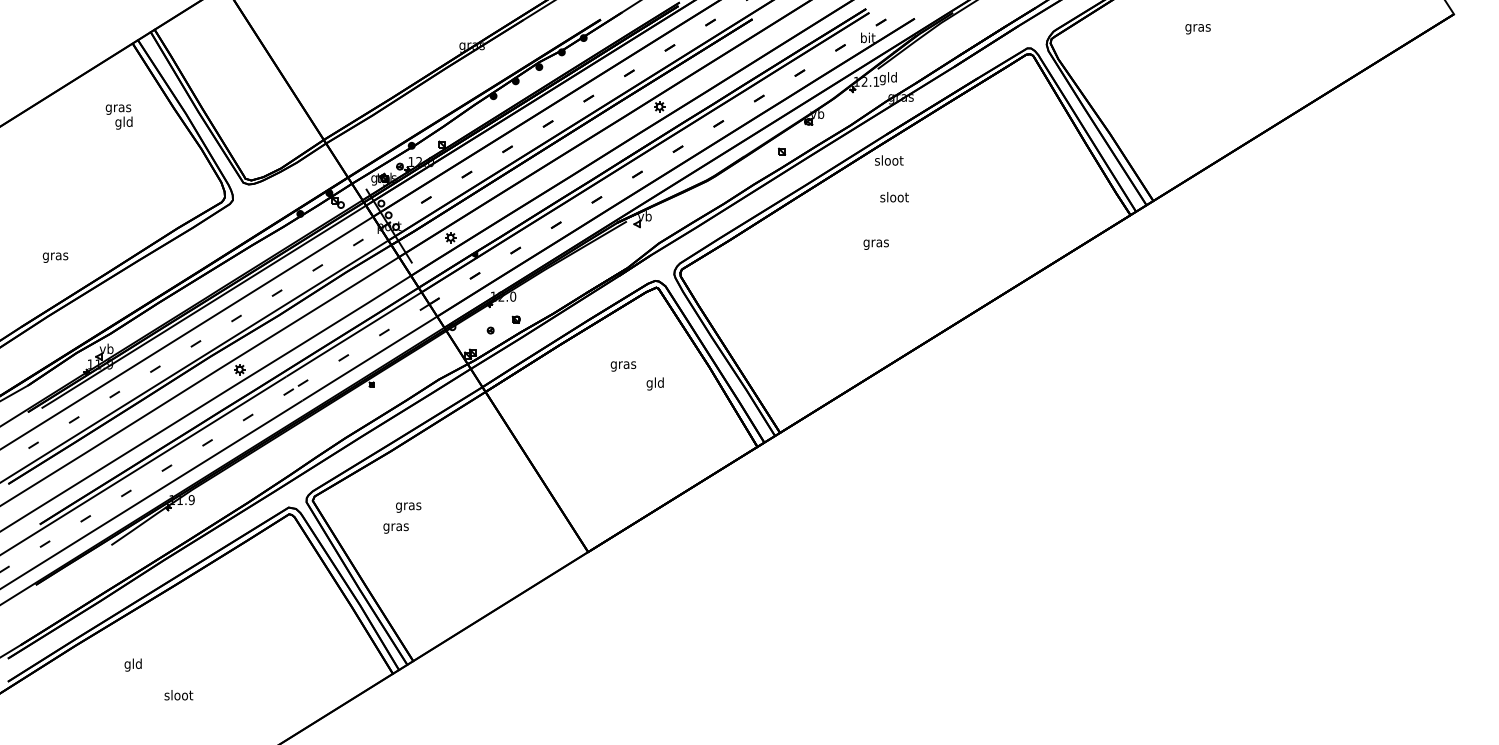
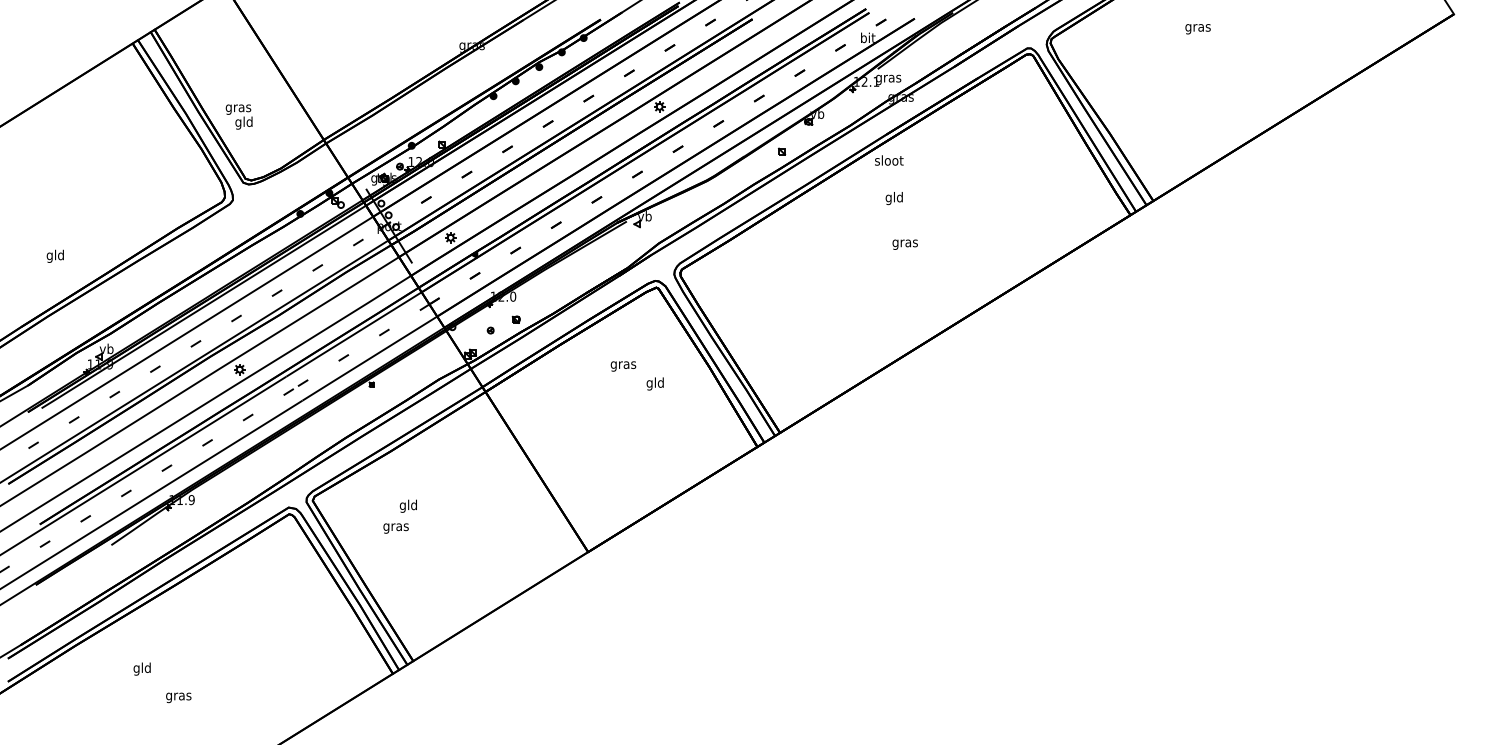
text at (888, 78): gld -> gras
text at (118, 116) position: (118, 116) -> (238, 116)
text at (894, 198): sloot -> gld
text at (875, 244) position: (875, 244) -> (904, 244)
text at (55, 255): gras -> gld
text at (408, 505): gras -> gld
text at (132, 664) position: (132, 664) -> (141, 668)
text at (178, 696): sloot -> gras
